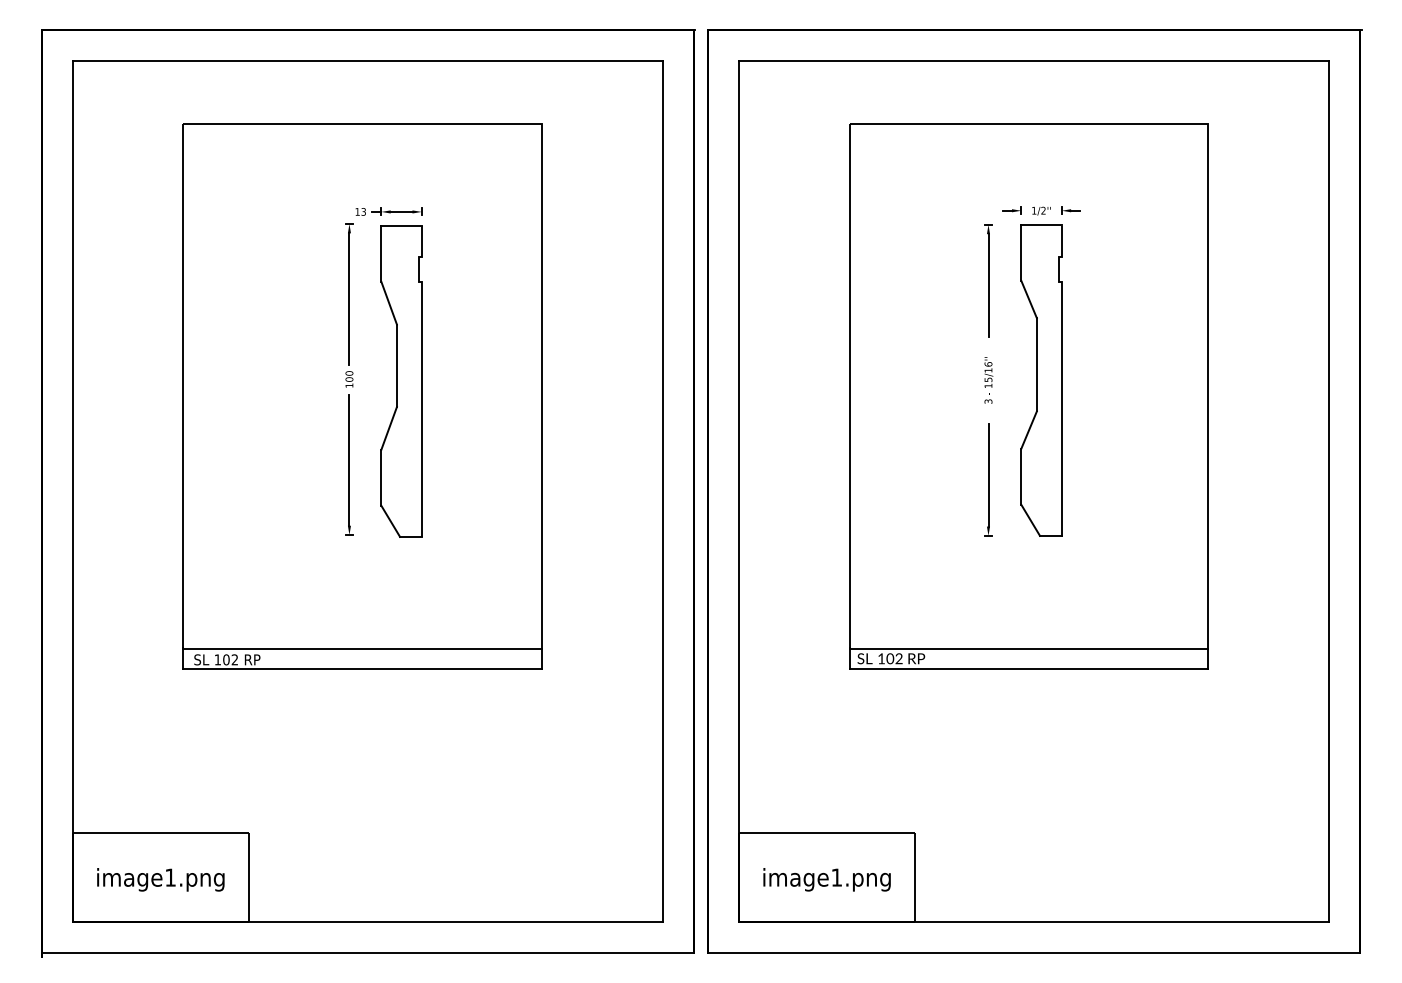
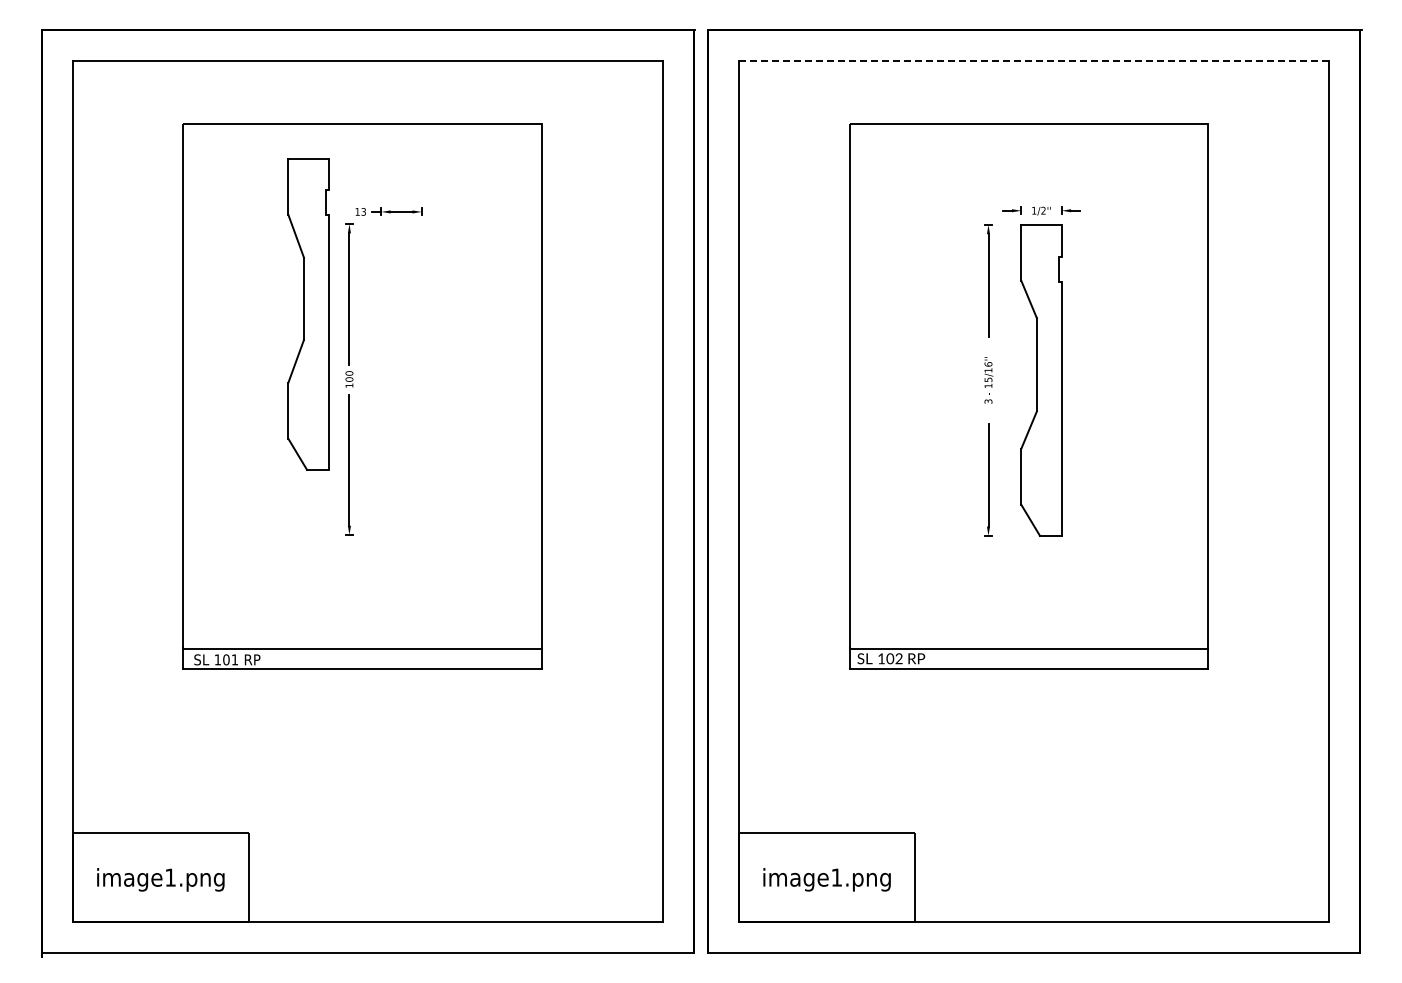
line at (1034, 60): solid -> dashed
part at (401, 381) position: (401, 381) -> (308, 314)
text at (234, 659): 102 -> 101
